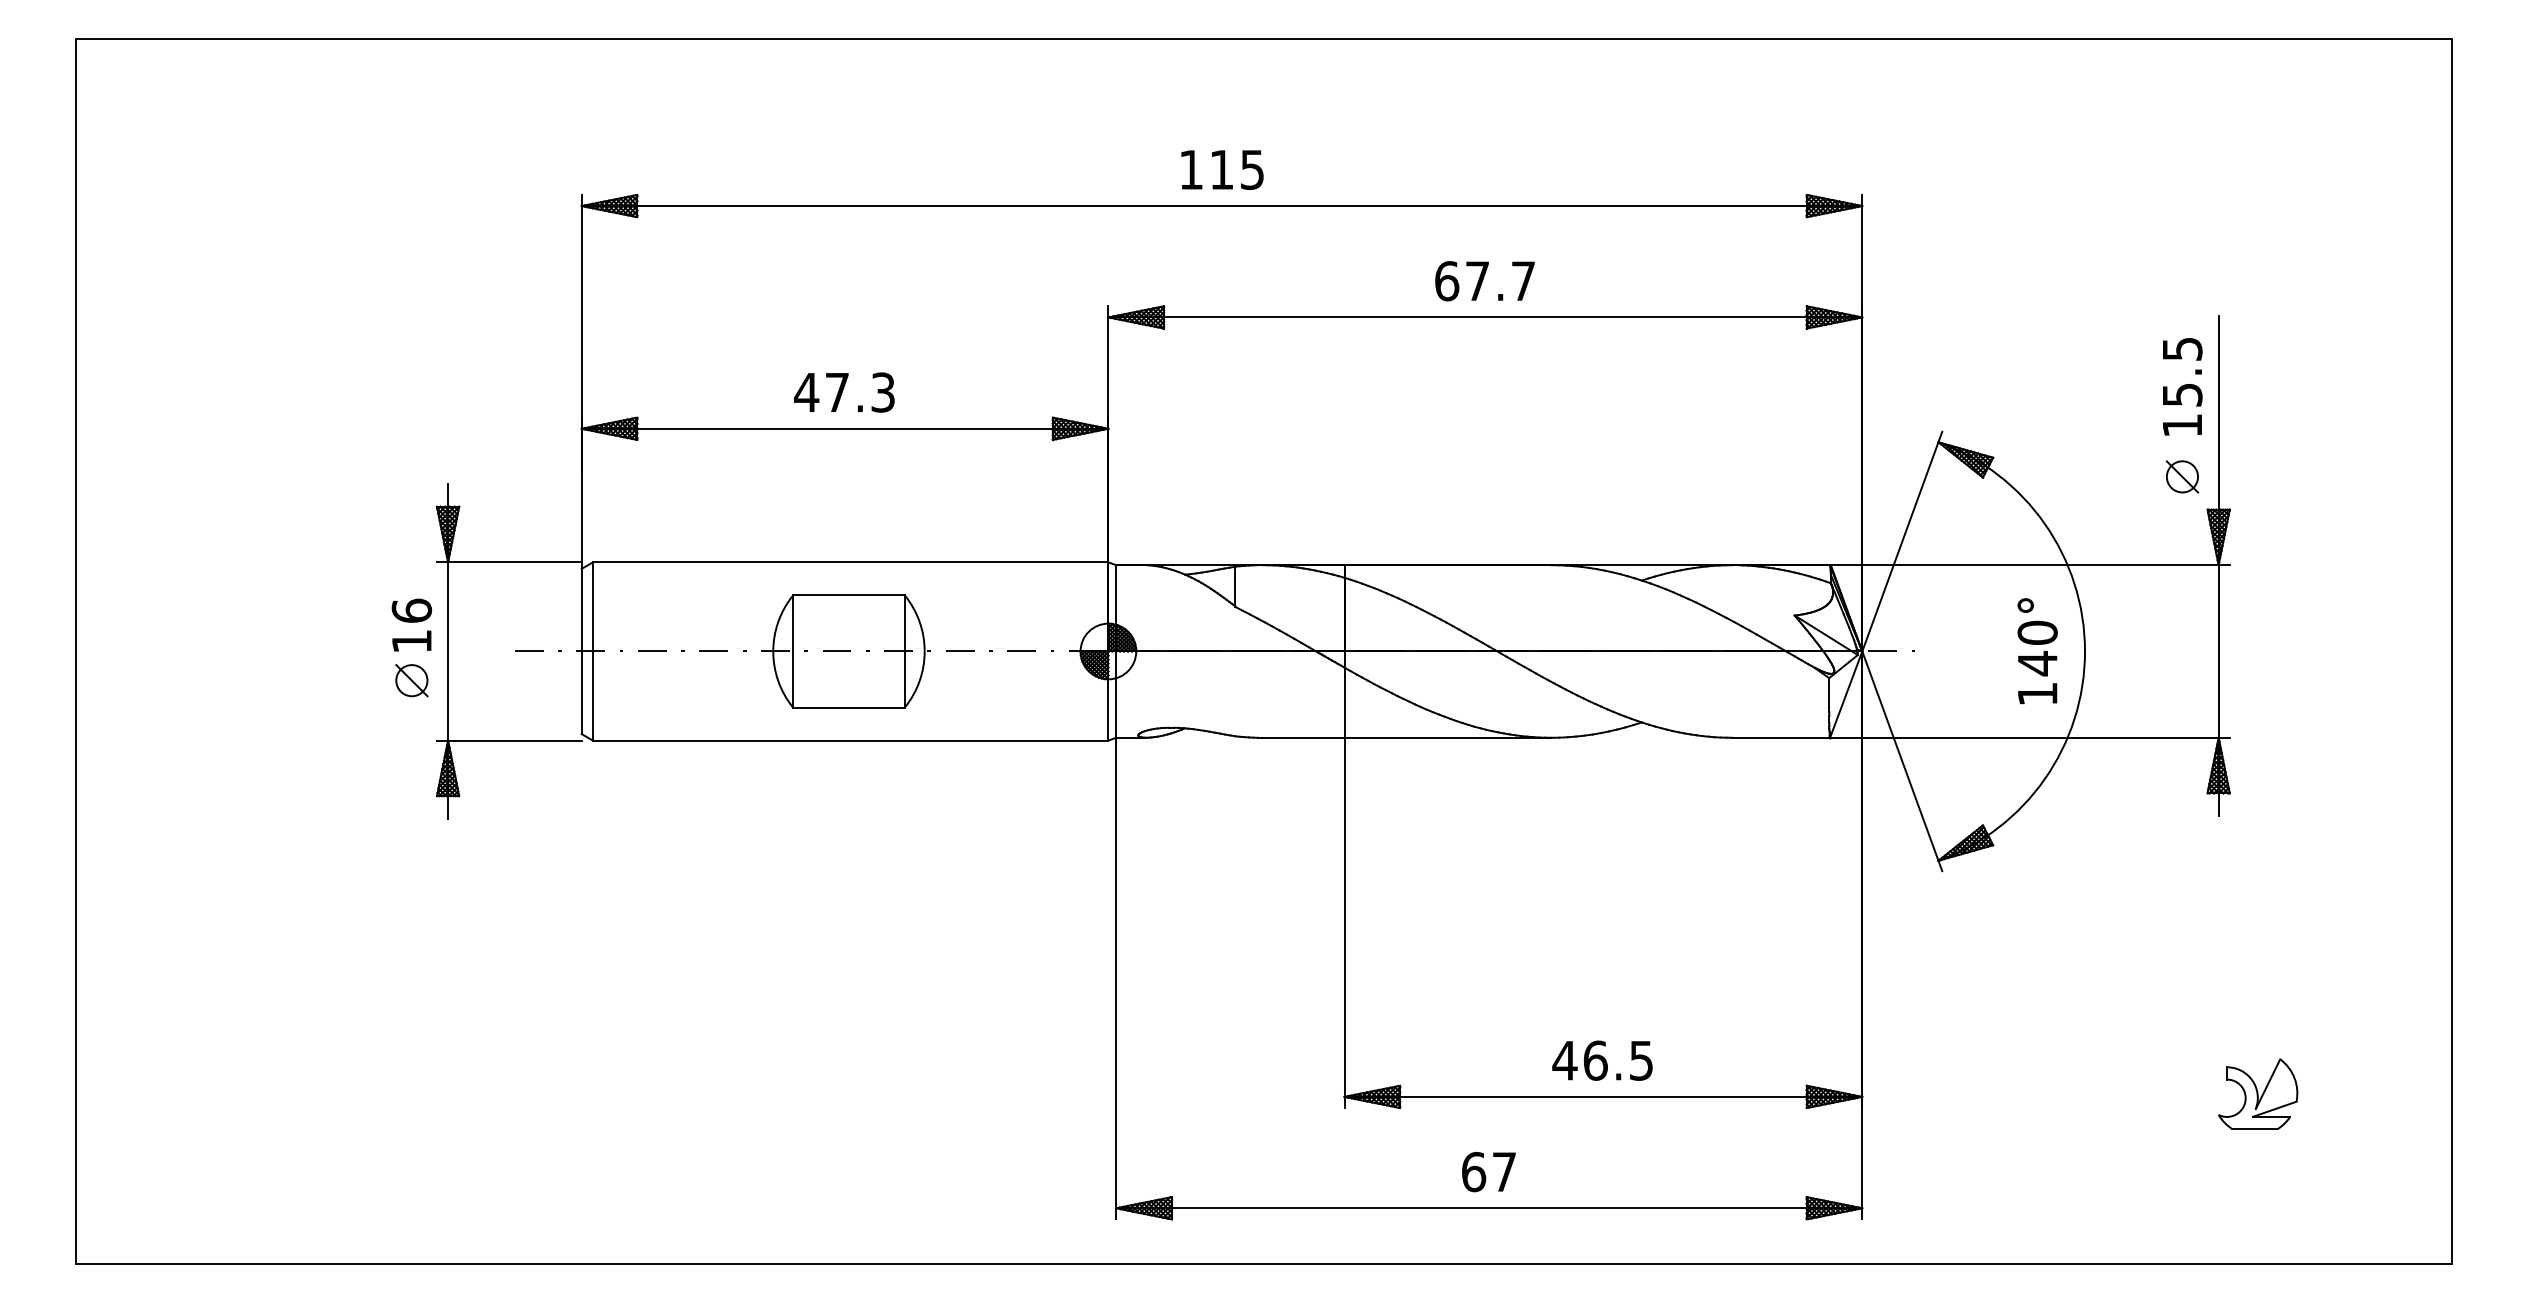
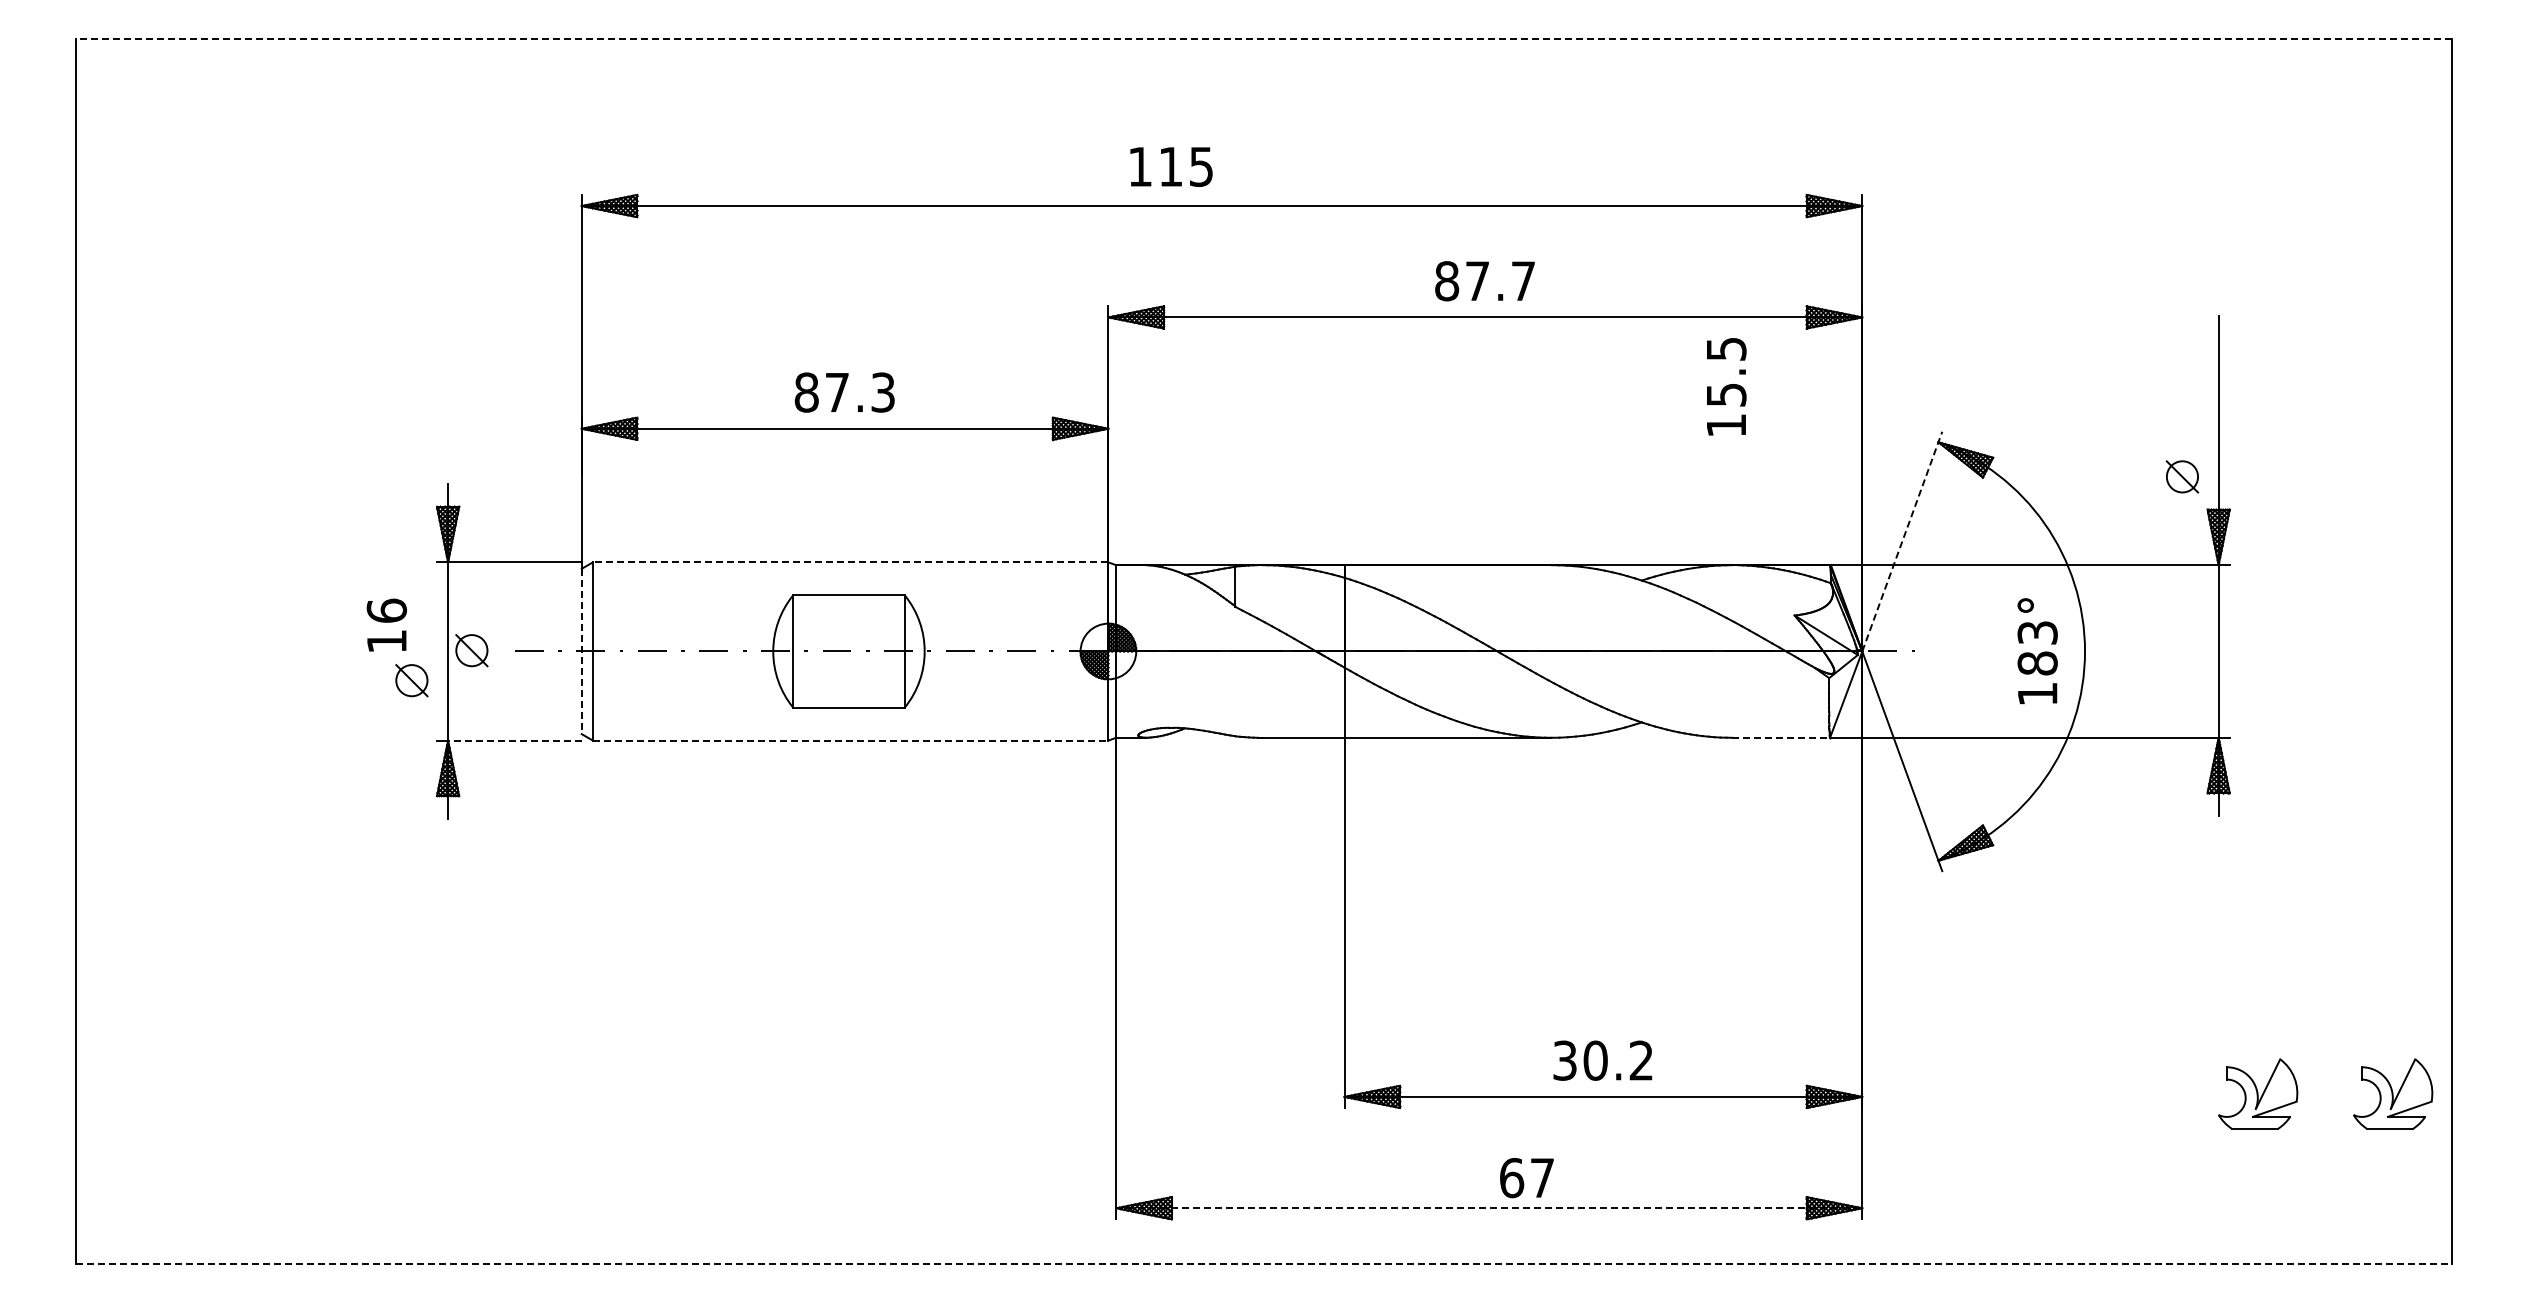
line at (1263, 39): solid -> dashed
text at (1222, 169) position: (1222, 169) -> (1171, 166)
text at (1447, 281): 67.7 -> 87.7
text at (2182, 386) position: (2182, 386) -> (1726, 386)
text at (806, 392): 47.3 -> 87.3
line at (1902, 541): solid -> dashed
line at (850, 562): solid -> dashed
text at (411, 624) position: (411, 624) -> (386, 624)
text at (2037, 648): 140° -> 183°
part at (471, 650): none -> present
line at (581, 651): solid -> dashed
line at (1781, 737): solid -> dashed
line at (514, 740): solid -> dashed
line at (850, 740): solid -> dashed
text at (1602, 1060): 46.5 -> 30.2
part at (2393, 1093): none -> present
text at (1488, 1172) position: (1488, 1172) -> (1526, 1178)
line at (1489, 1208): solid -> dashed
line at (1264, 1263): solid -> dashed
